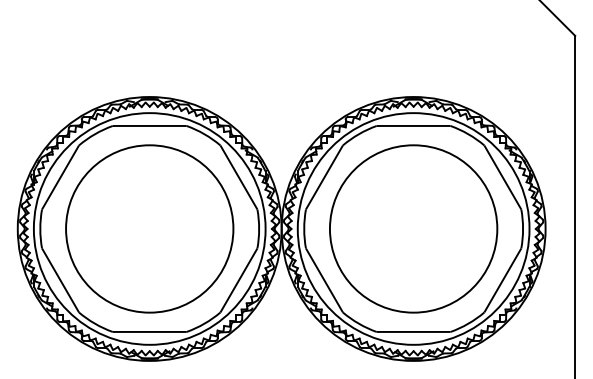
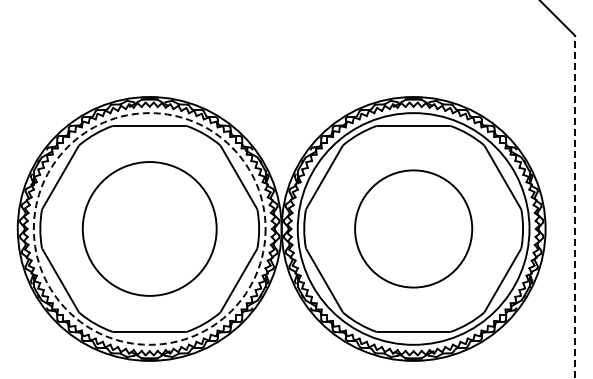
line at (575, 206): solid -> dashed
circle at (149, 228) diameter: 167 px -> 134 px
circle at (149, 228): solid -> dashed
circle at (413, 228) diameter: 167 px -> 117 px
